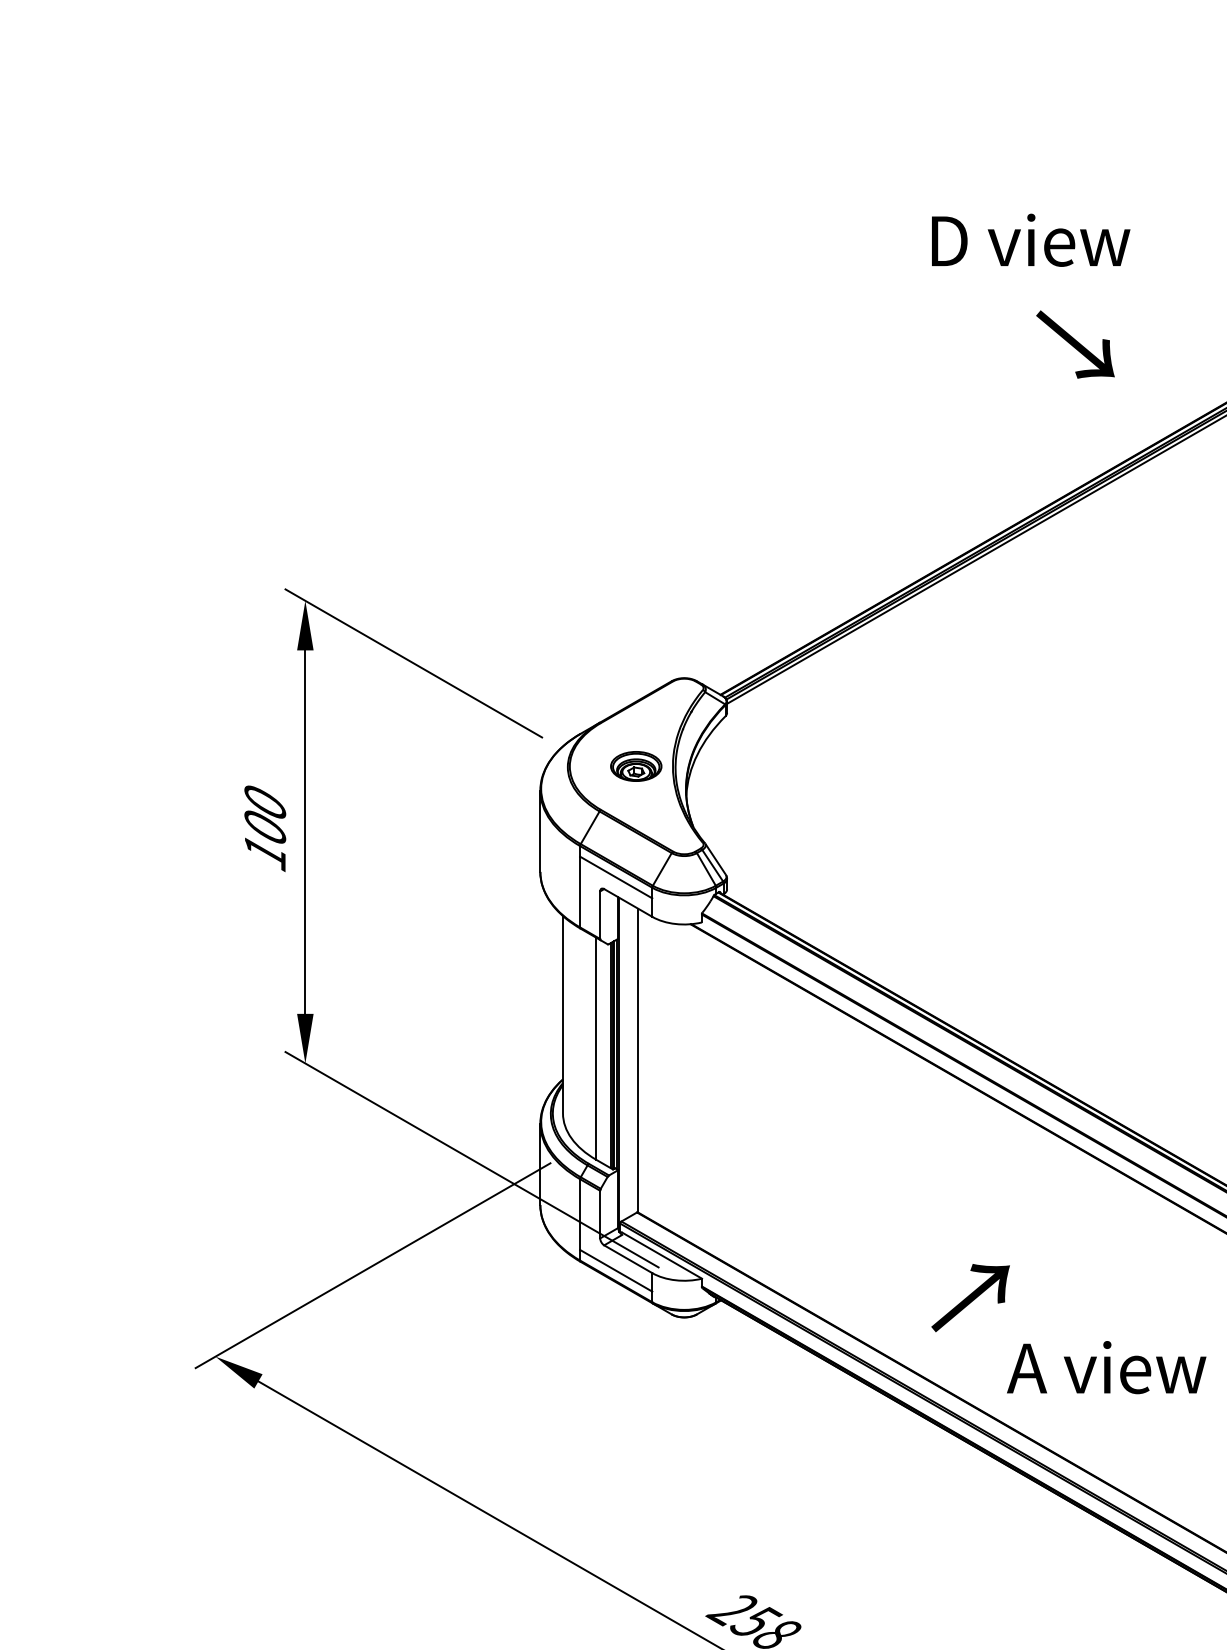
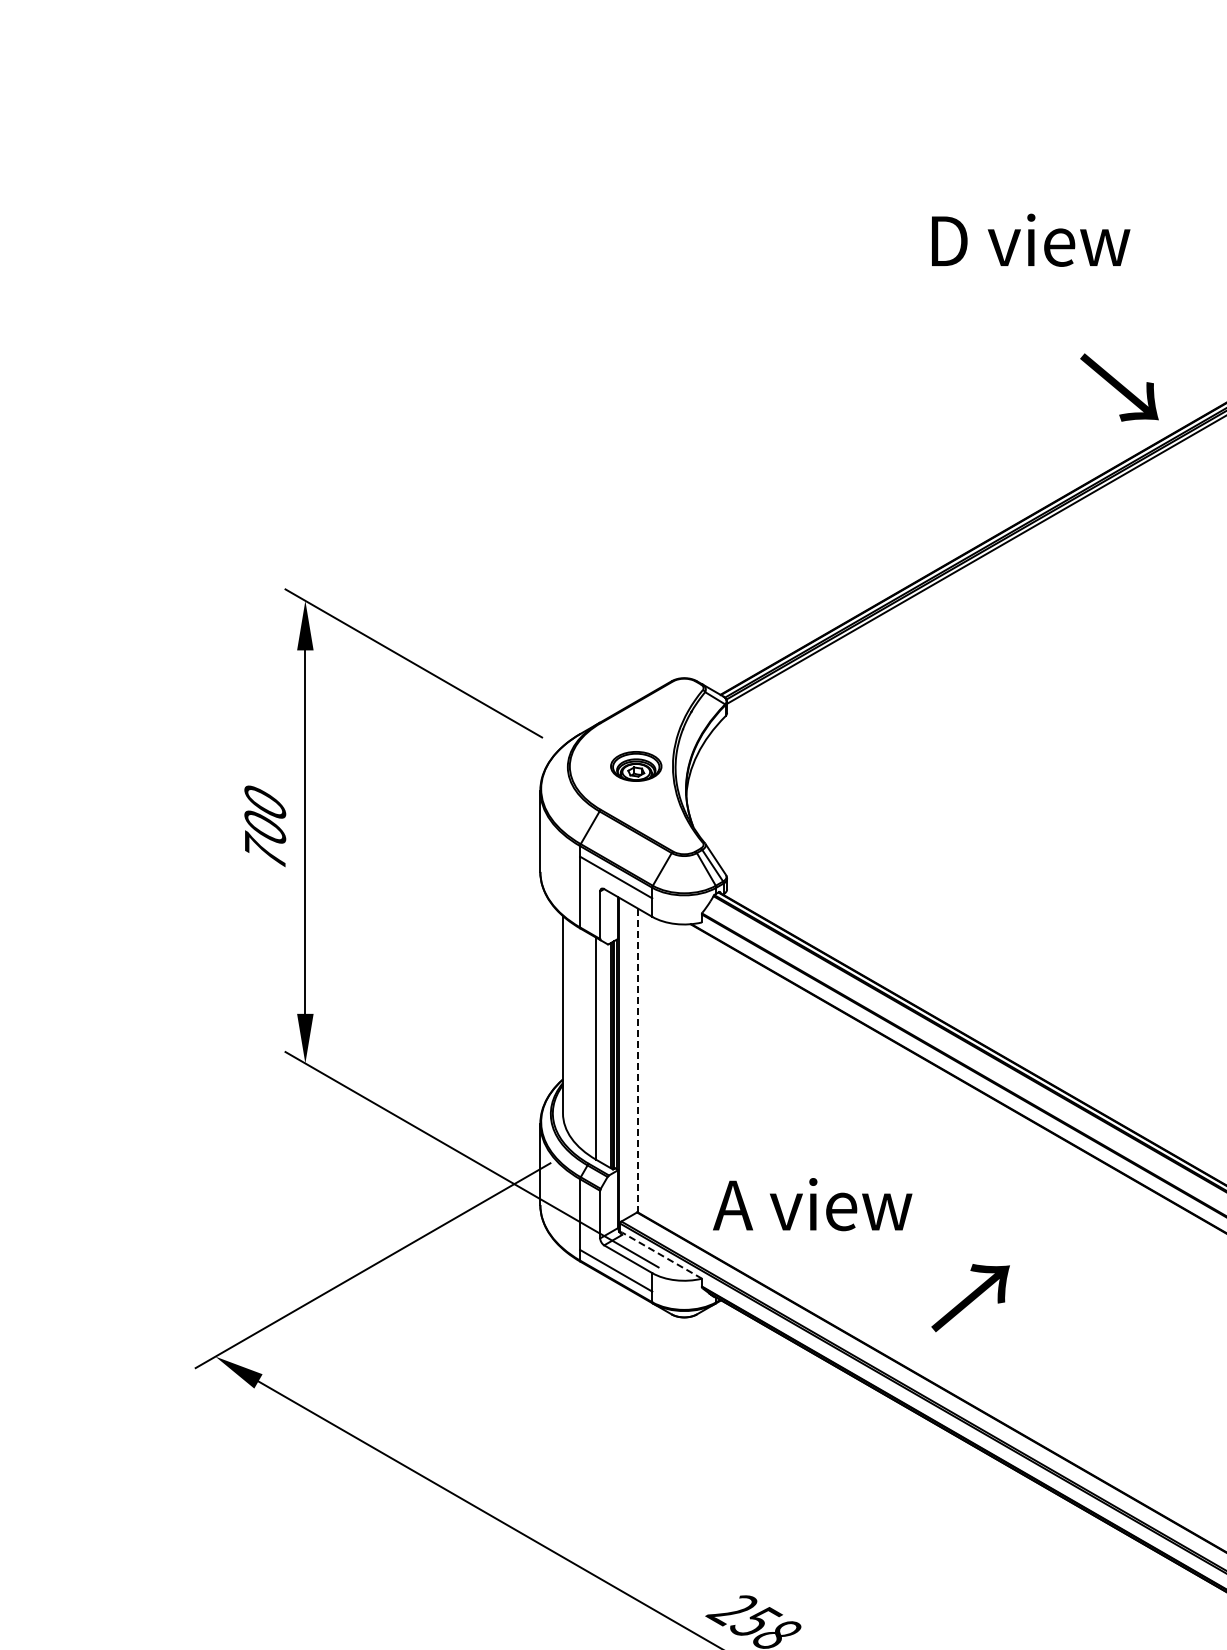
text at (1075, 344) position: (1075, 344) -> (1119, 387)
text at (265, 851): 100 -> 700
line at (638, 1060): solid -> dashed
line at (661, 1255): solid -> dashed
text at (1106, 1367) position: (1106, 1367) -> (812, 1204)
